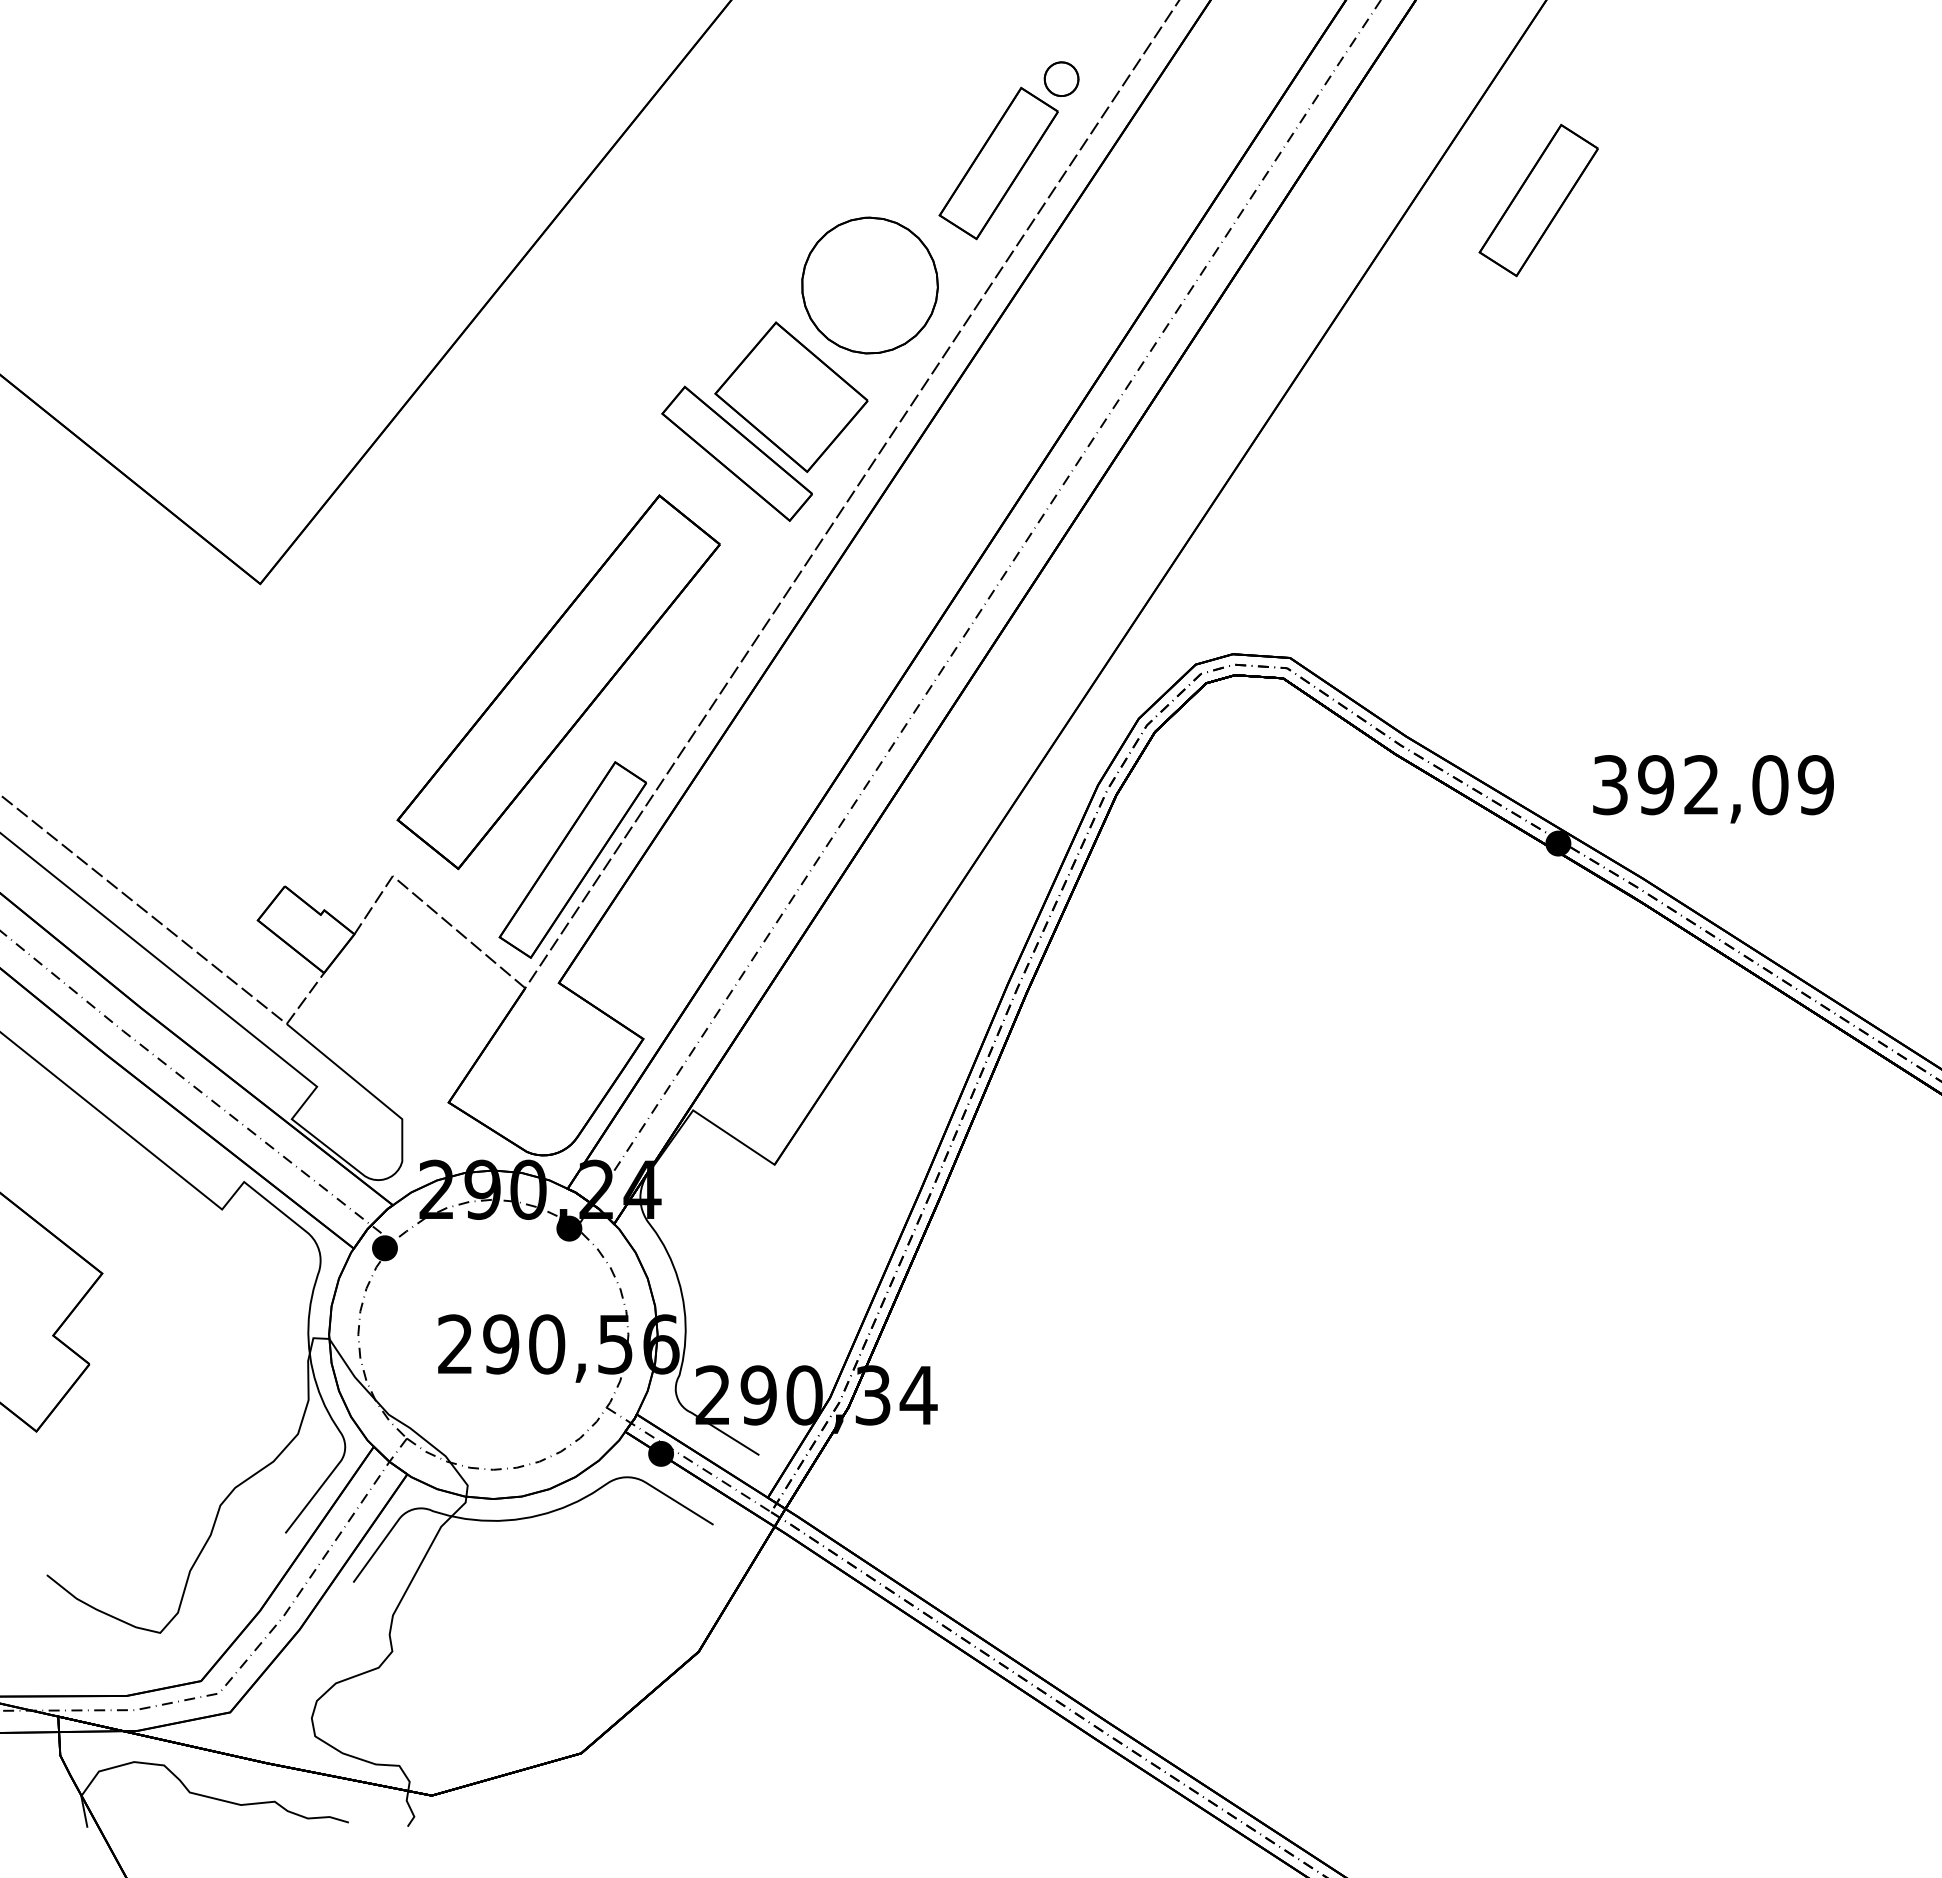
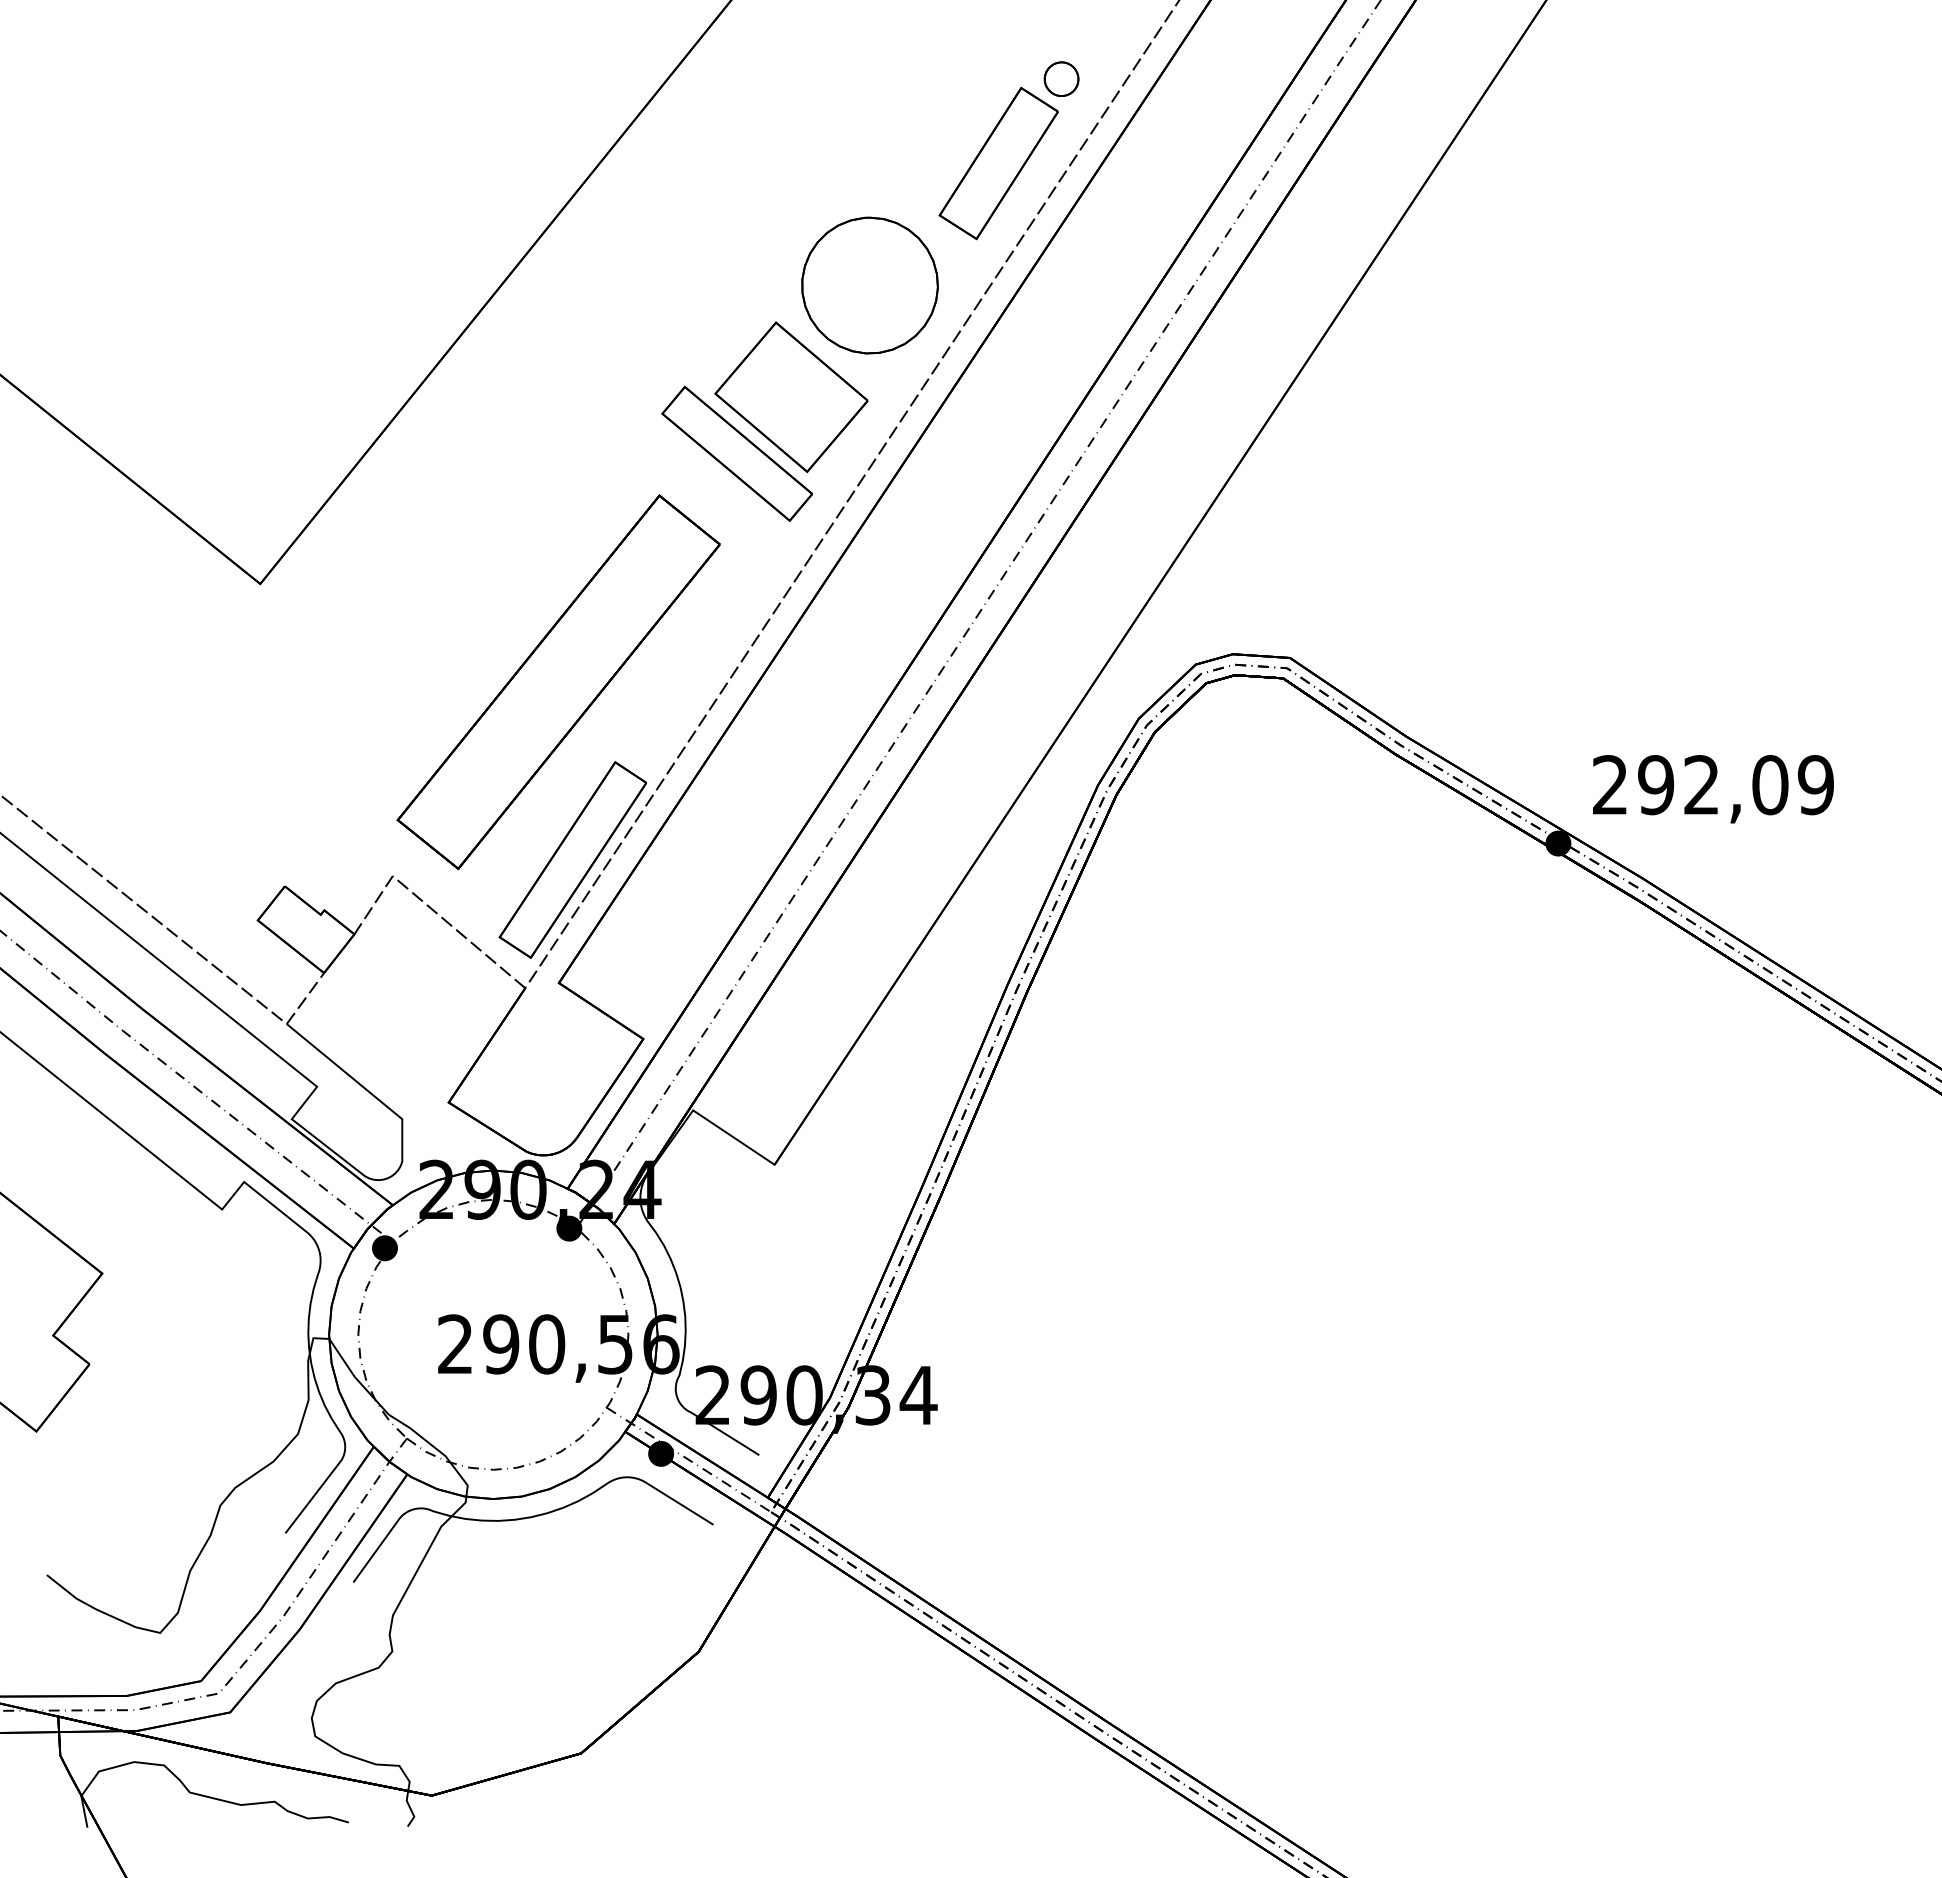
part at (1538, 200): present -> none
text at (1610, 785): 392,09 -> 292,09
